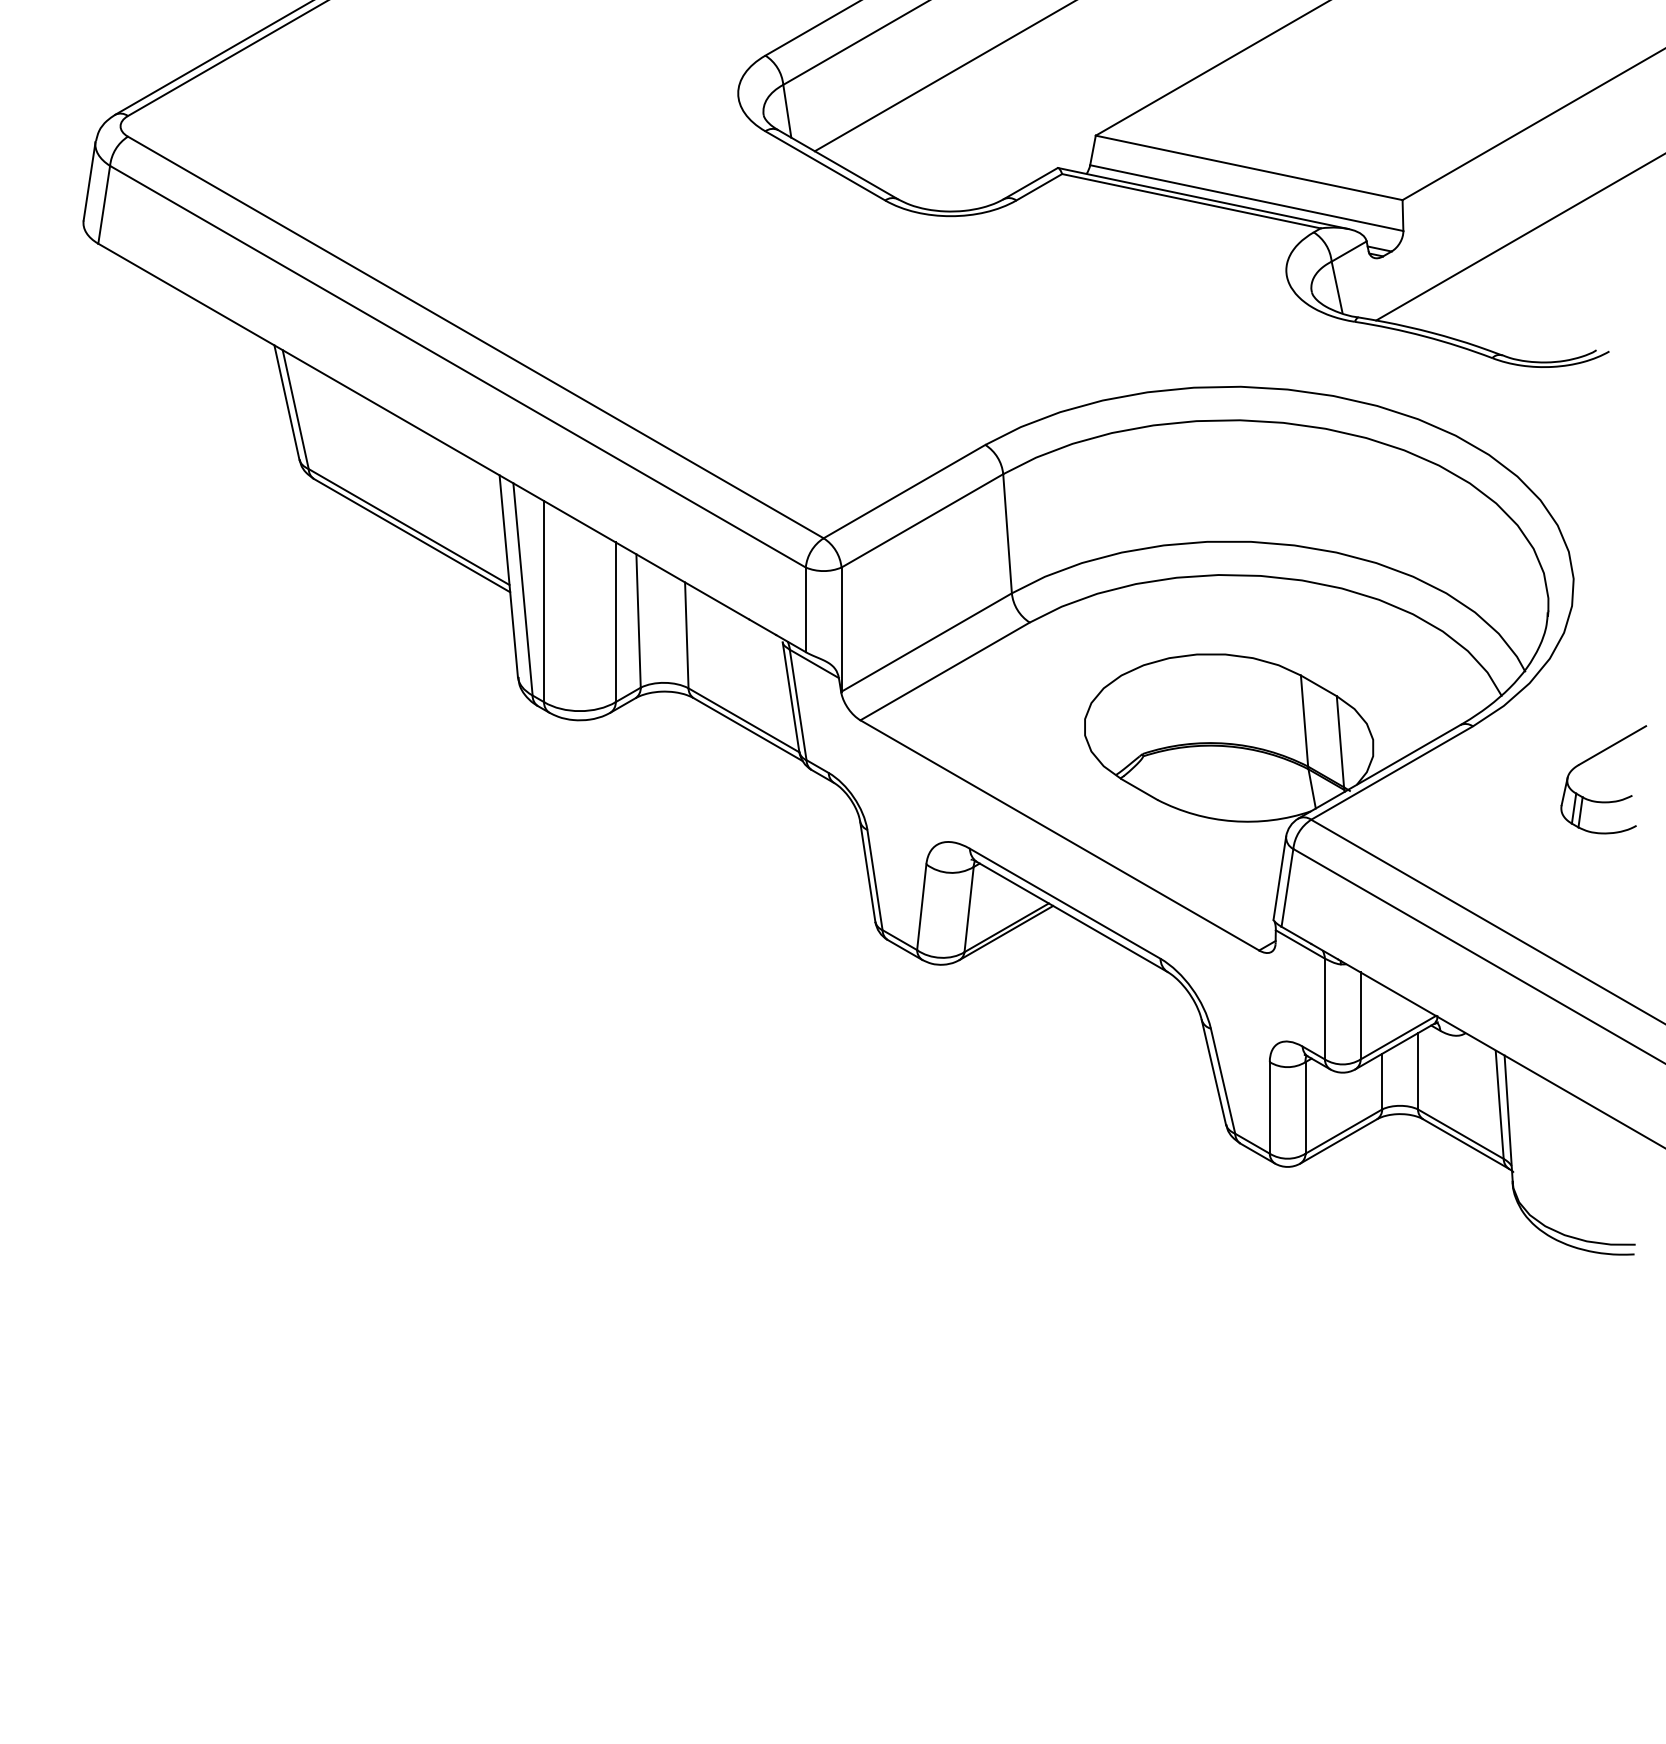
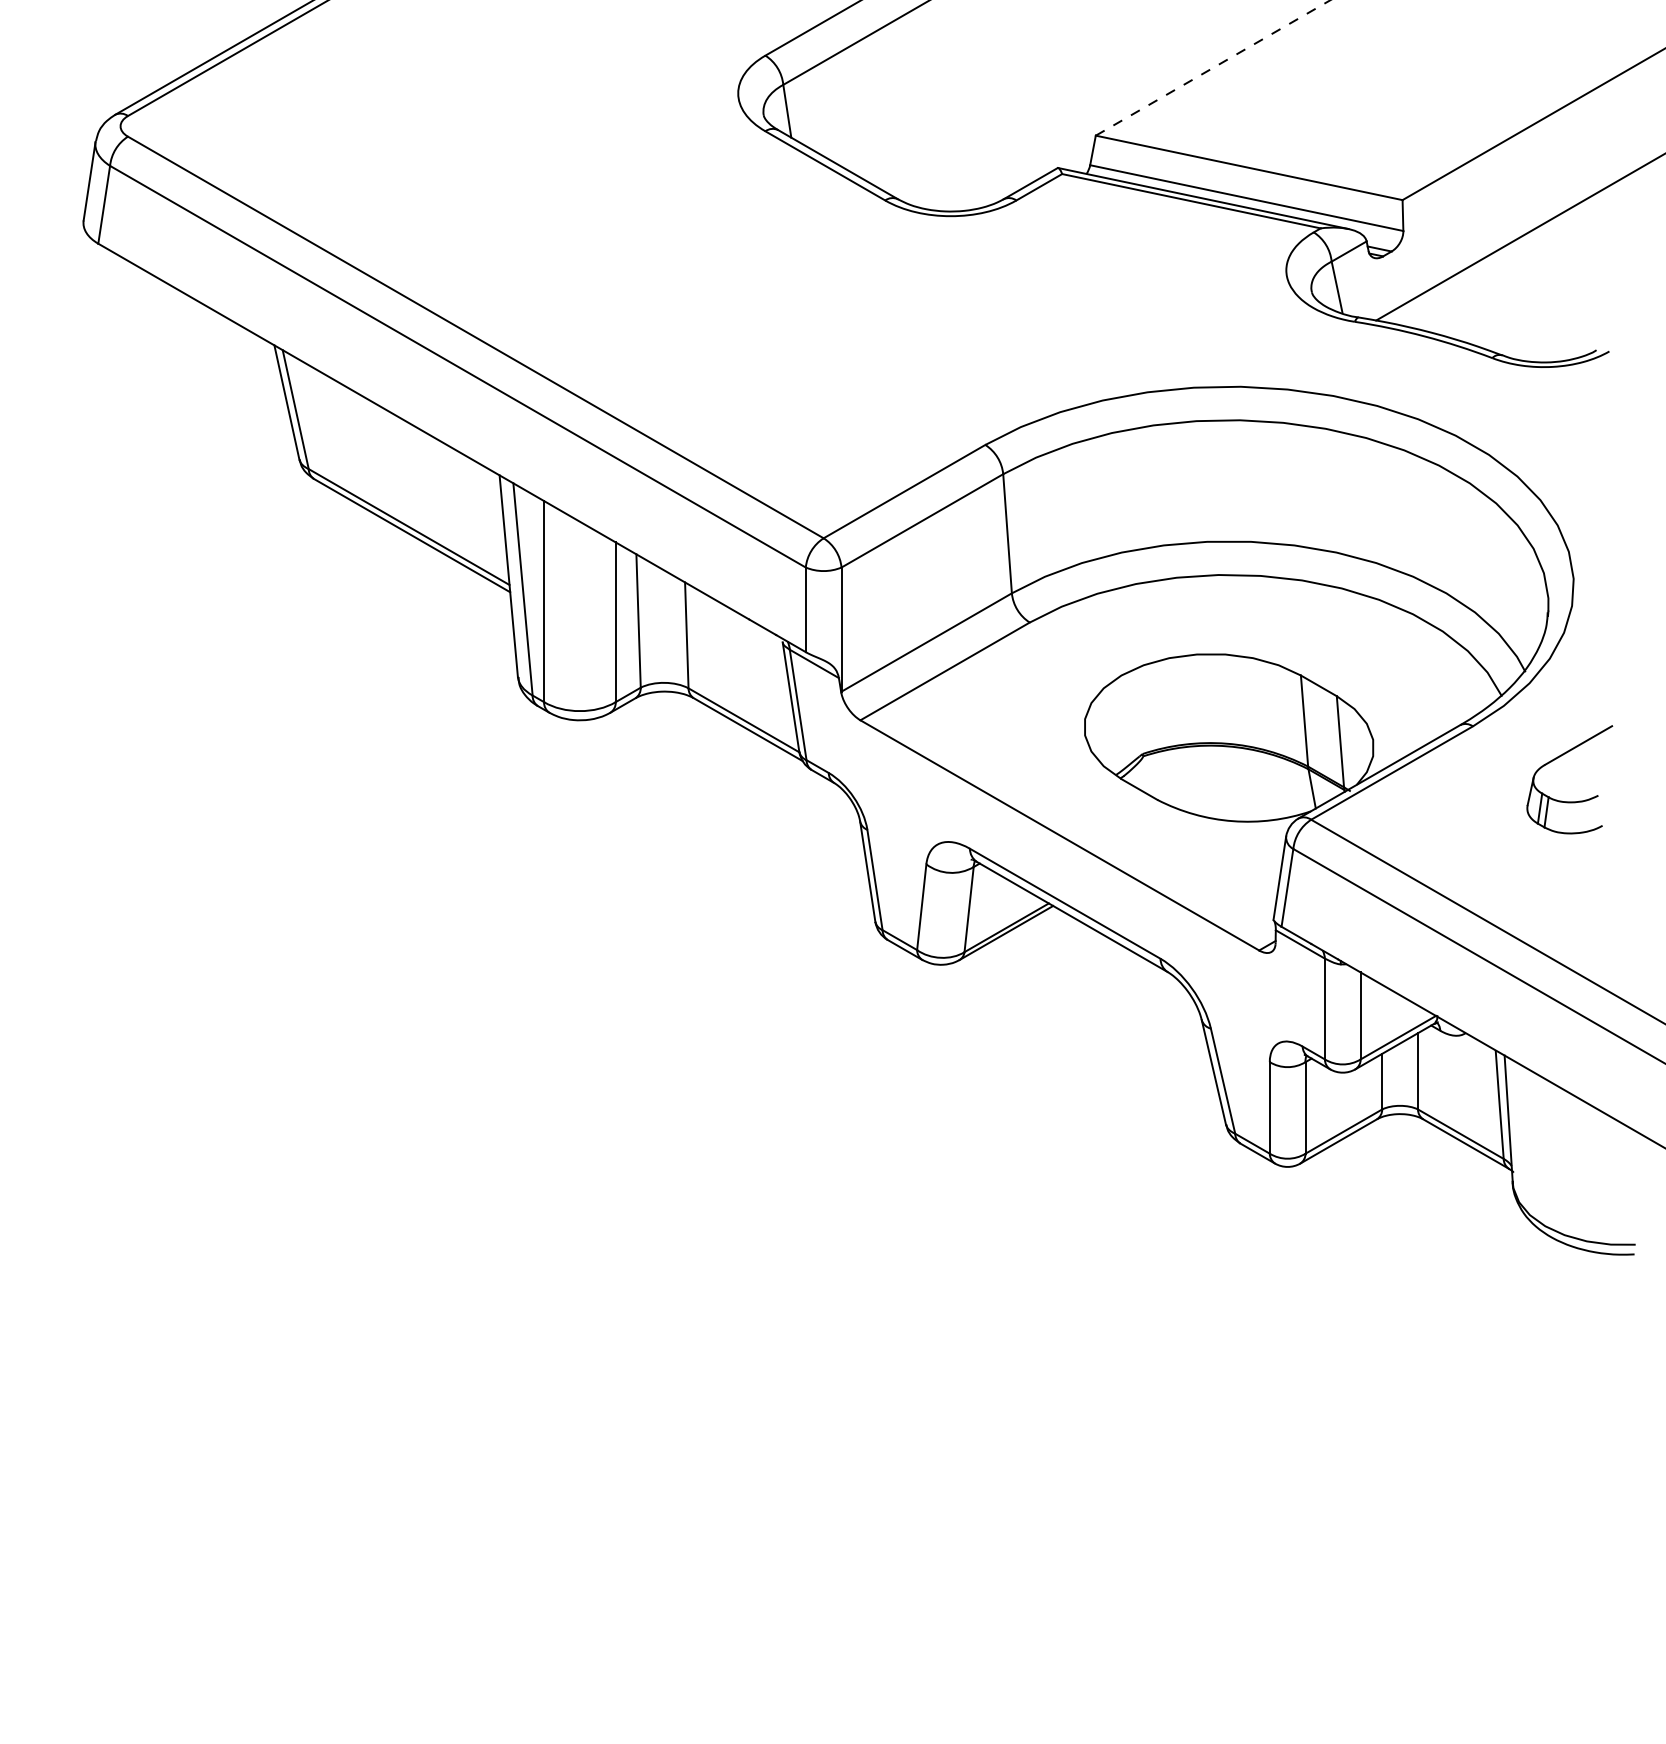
line at (1213, 67): solid -> dashed
line at (943, 76): present -> none
part at (1603, 801) position: (1603, 801) -> (1569, 801)
